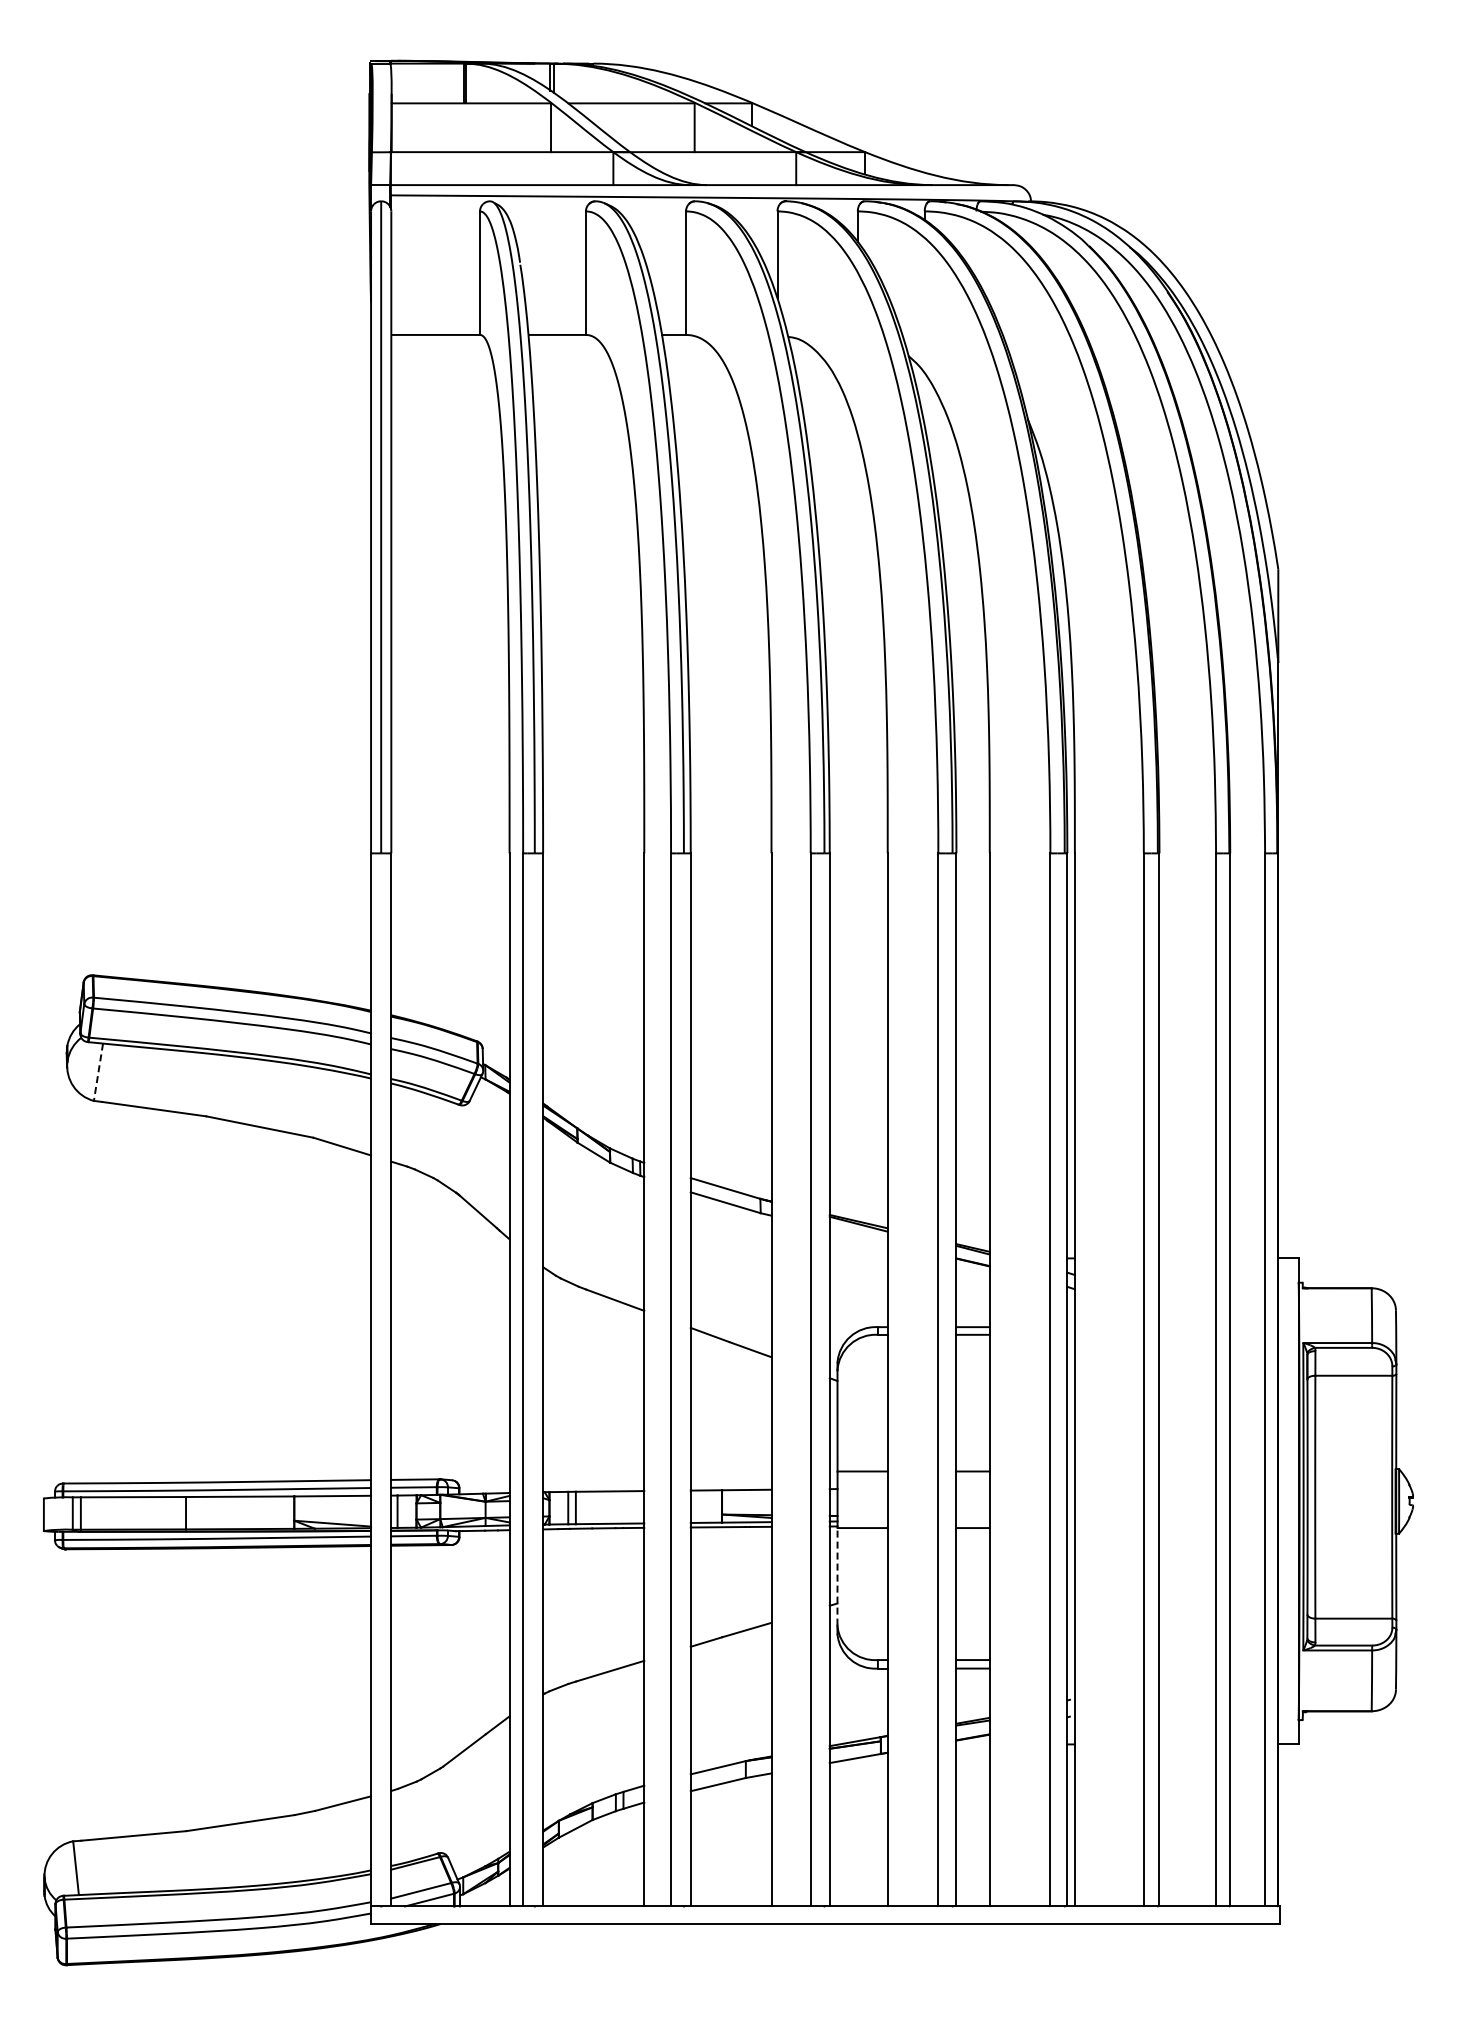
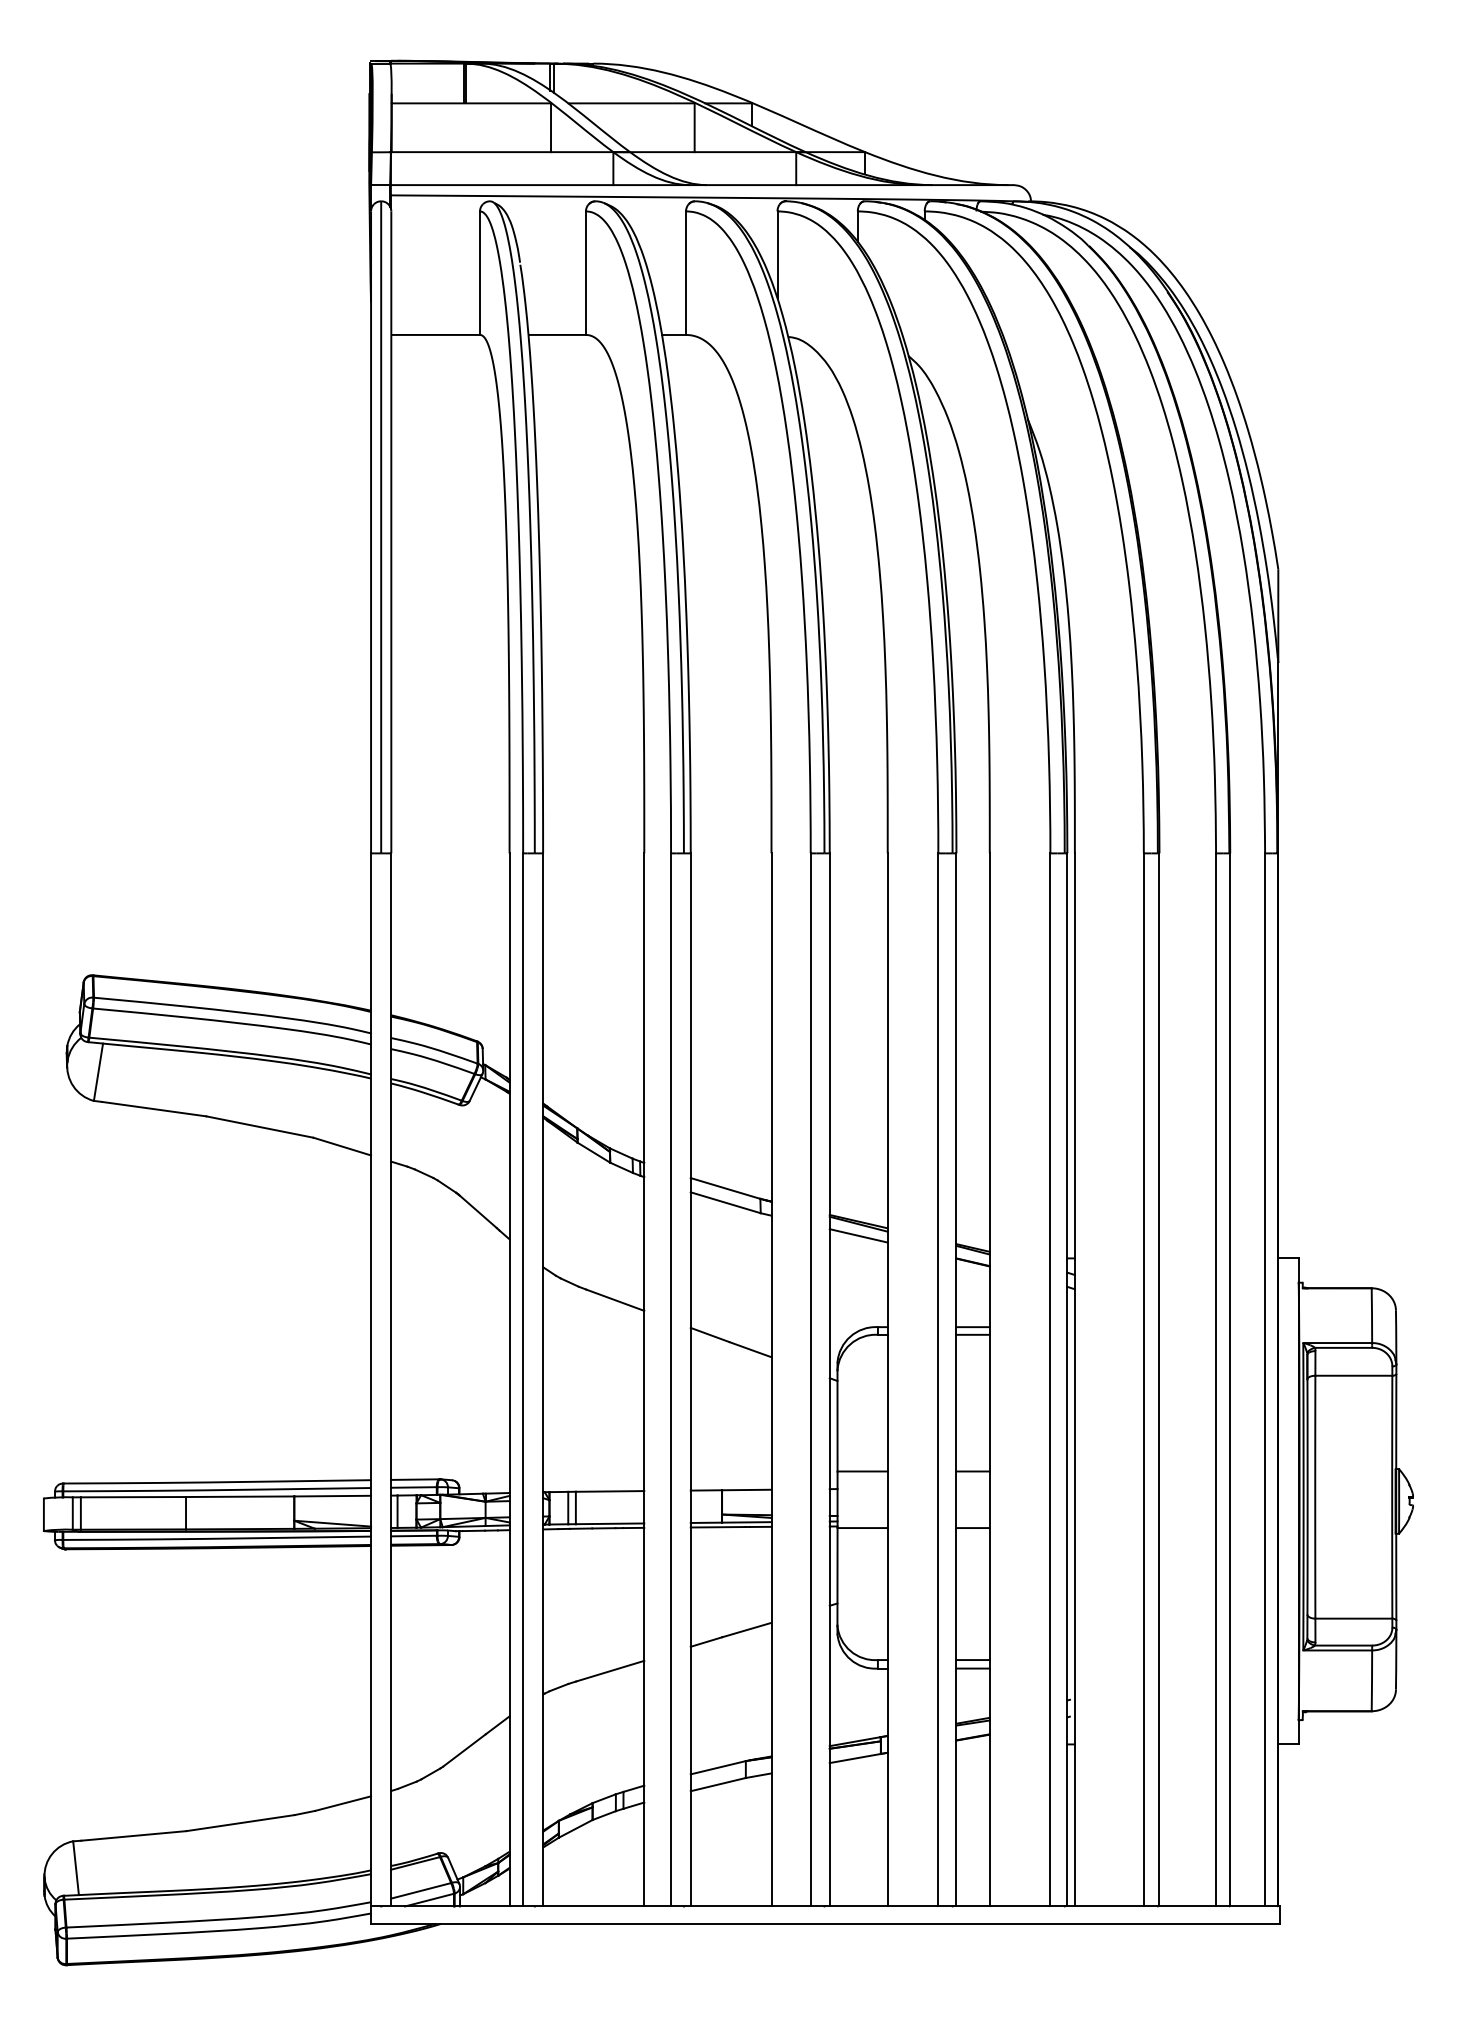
line at (98, 1072): dashed -> solid
line at (858, 1235): none -> present
line at (837, 1576): dashed -> solid
